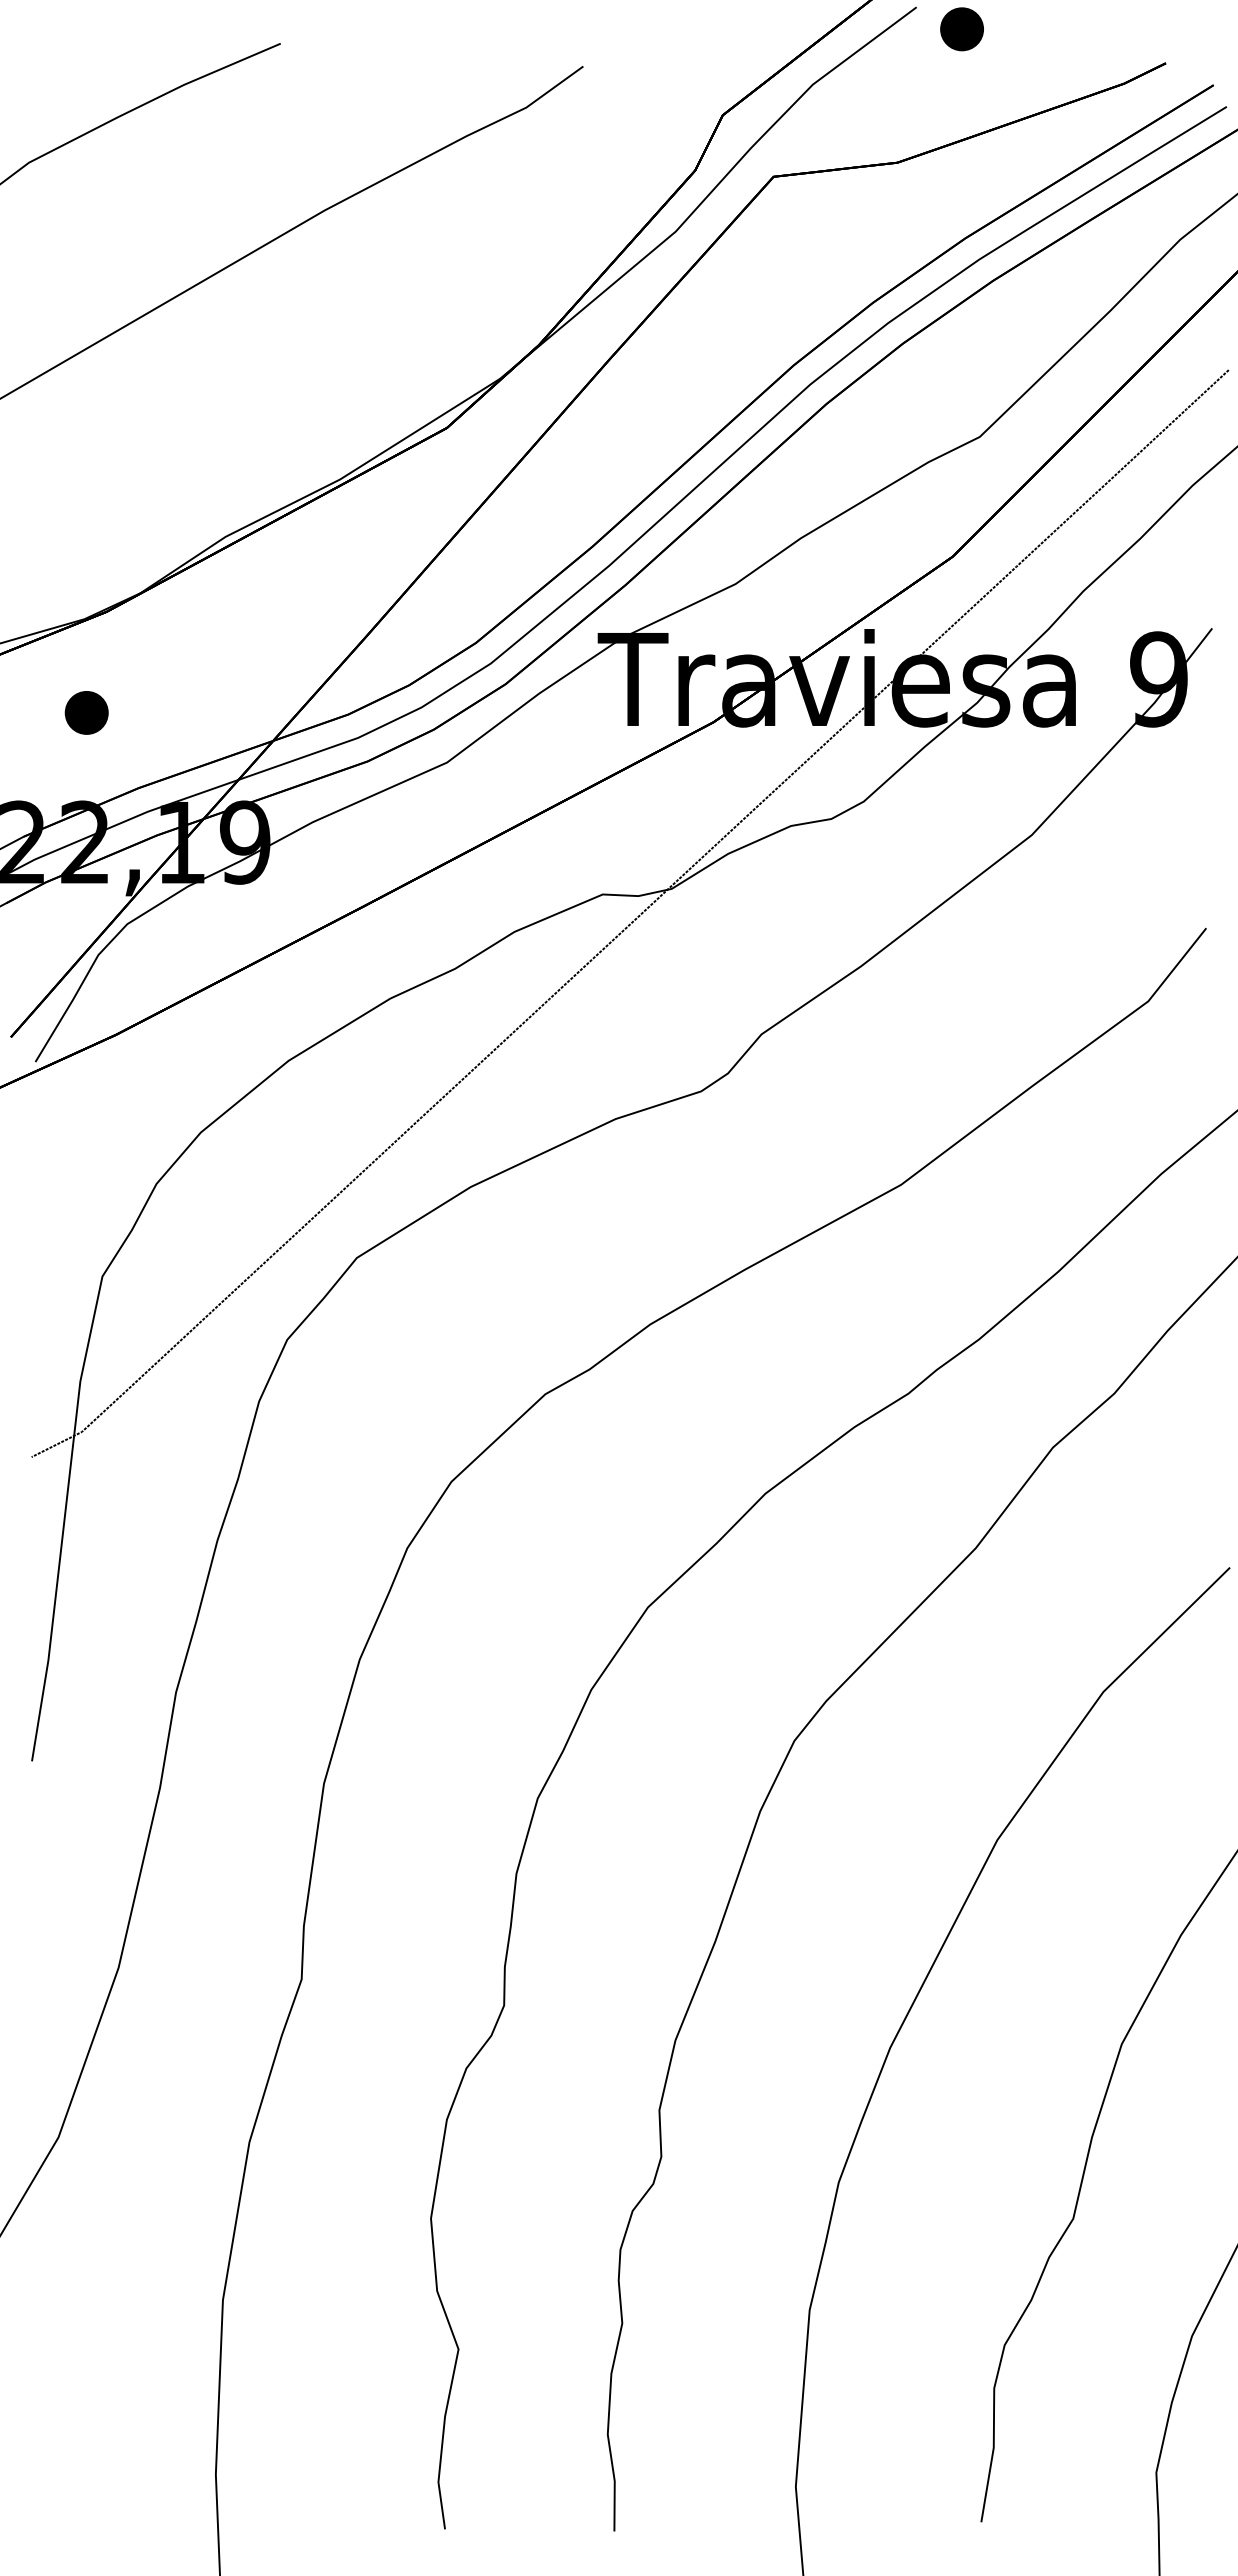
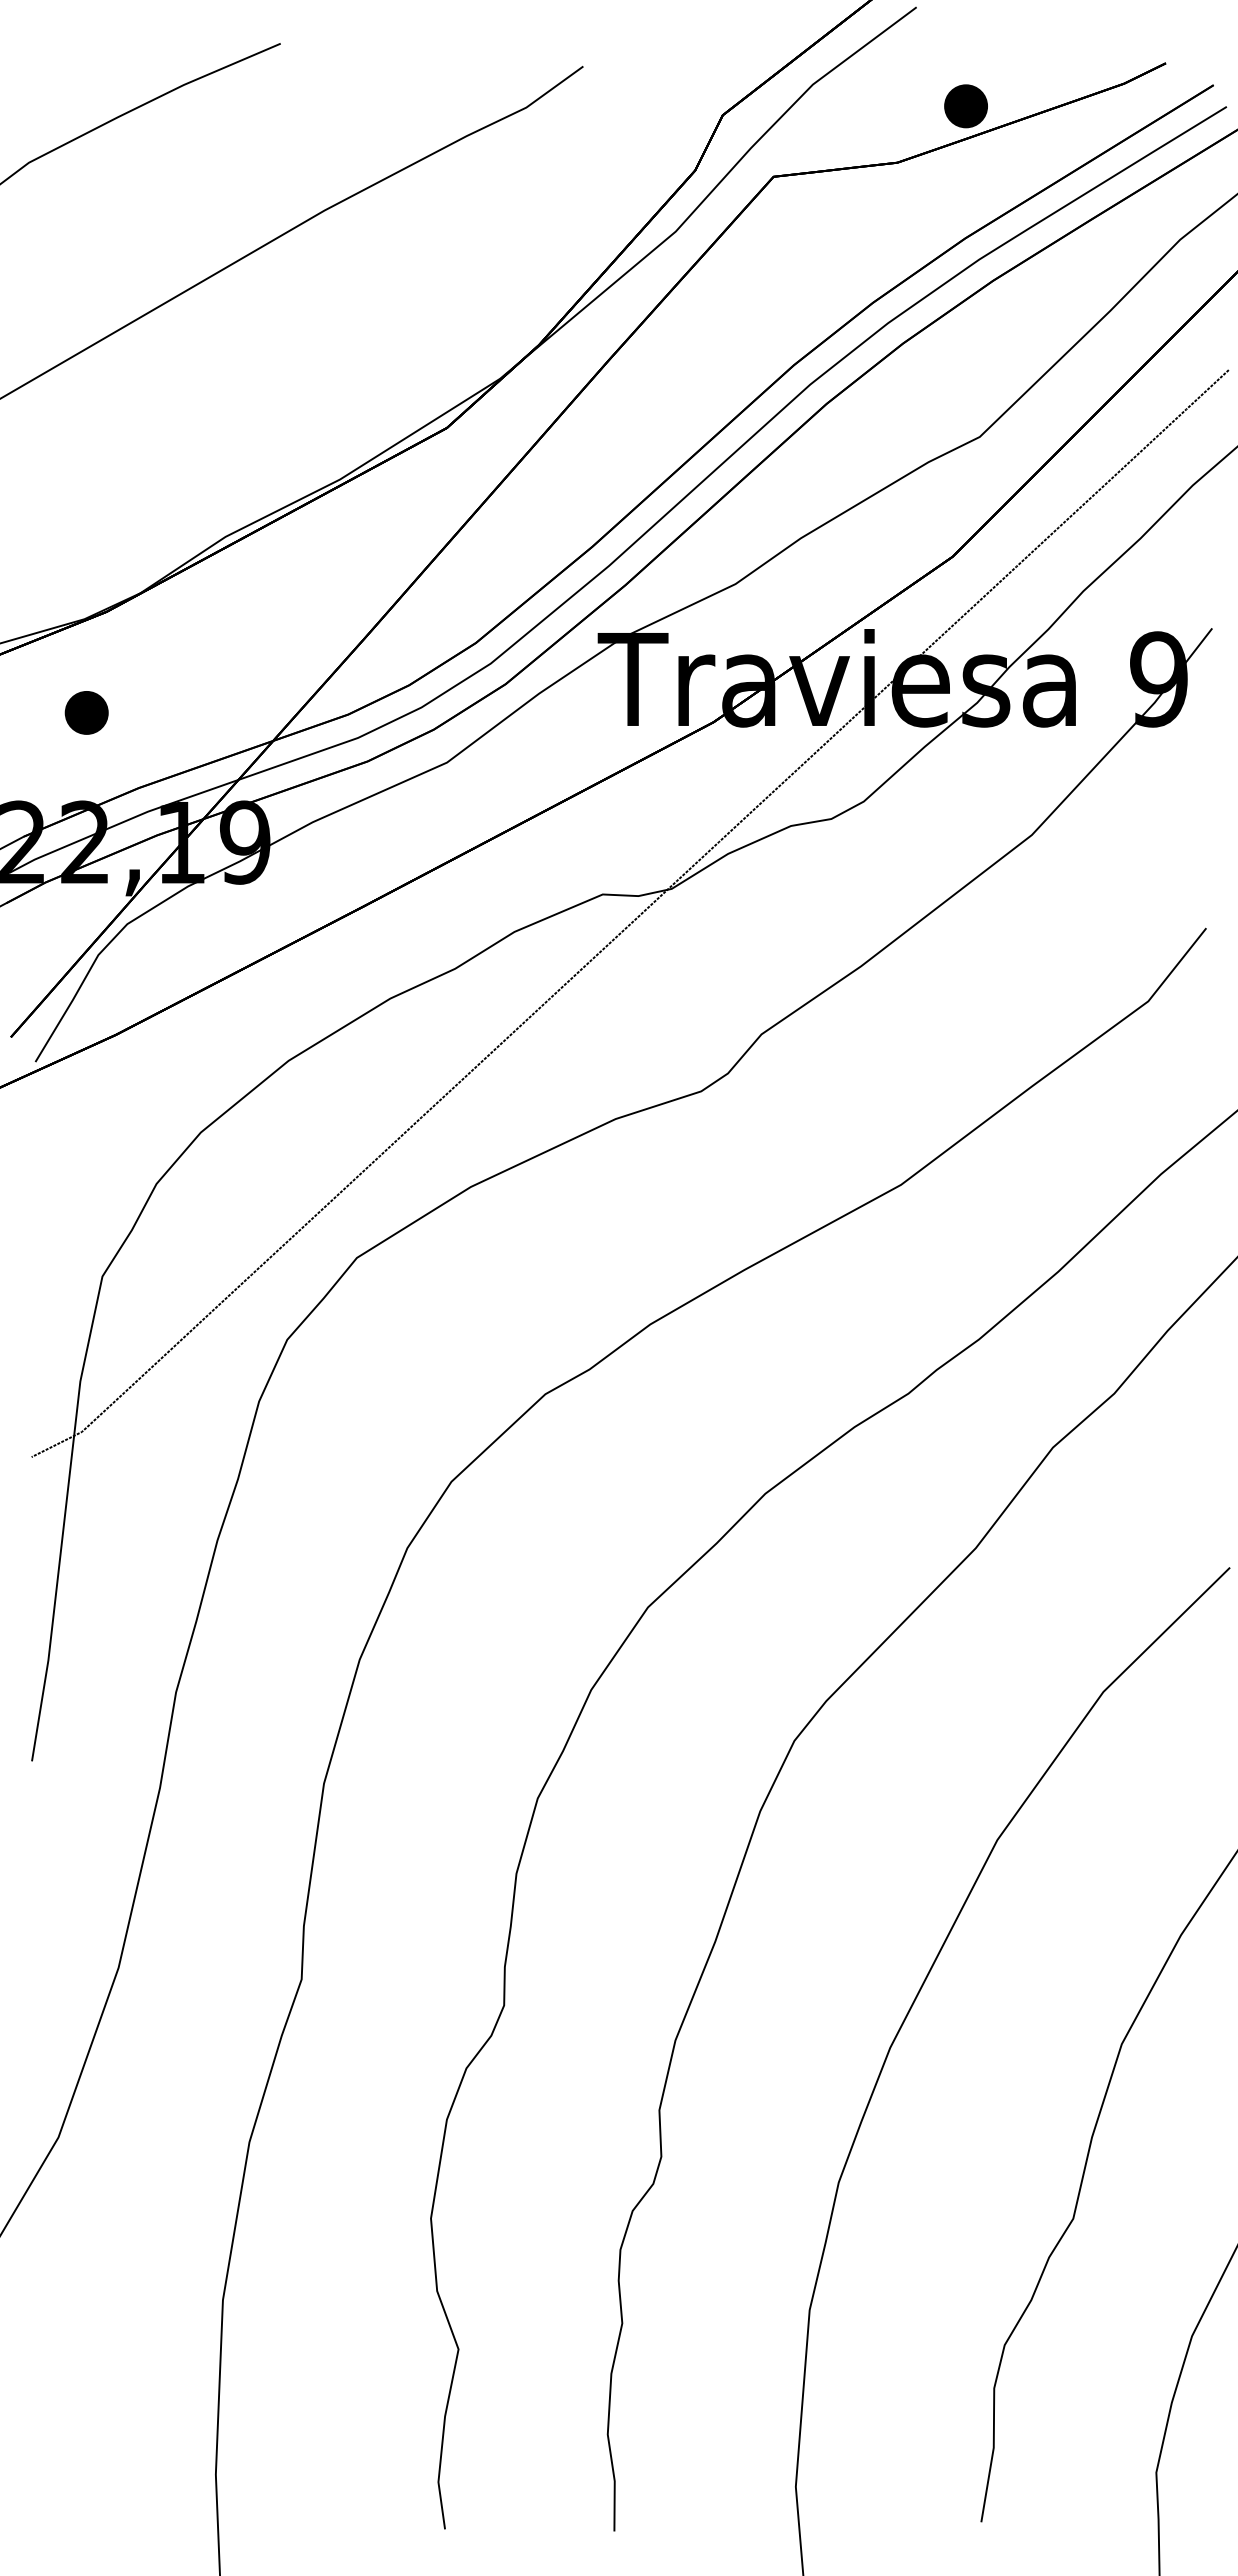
part at (961, 29) position: (961, 29) -> (965, 106)
